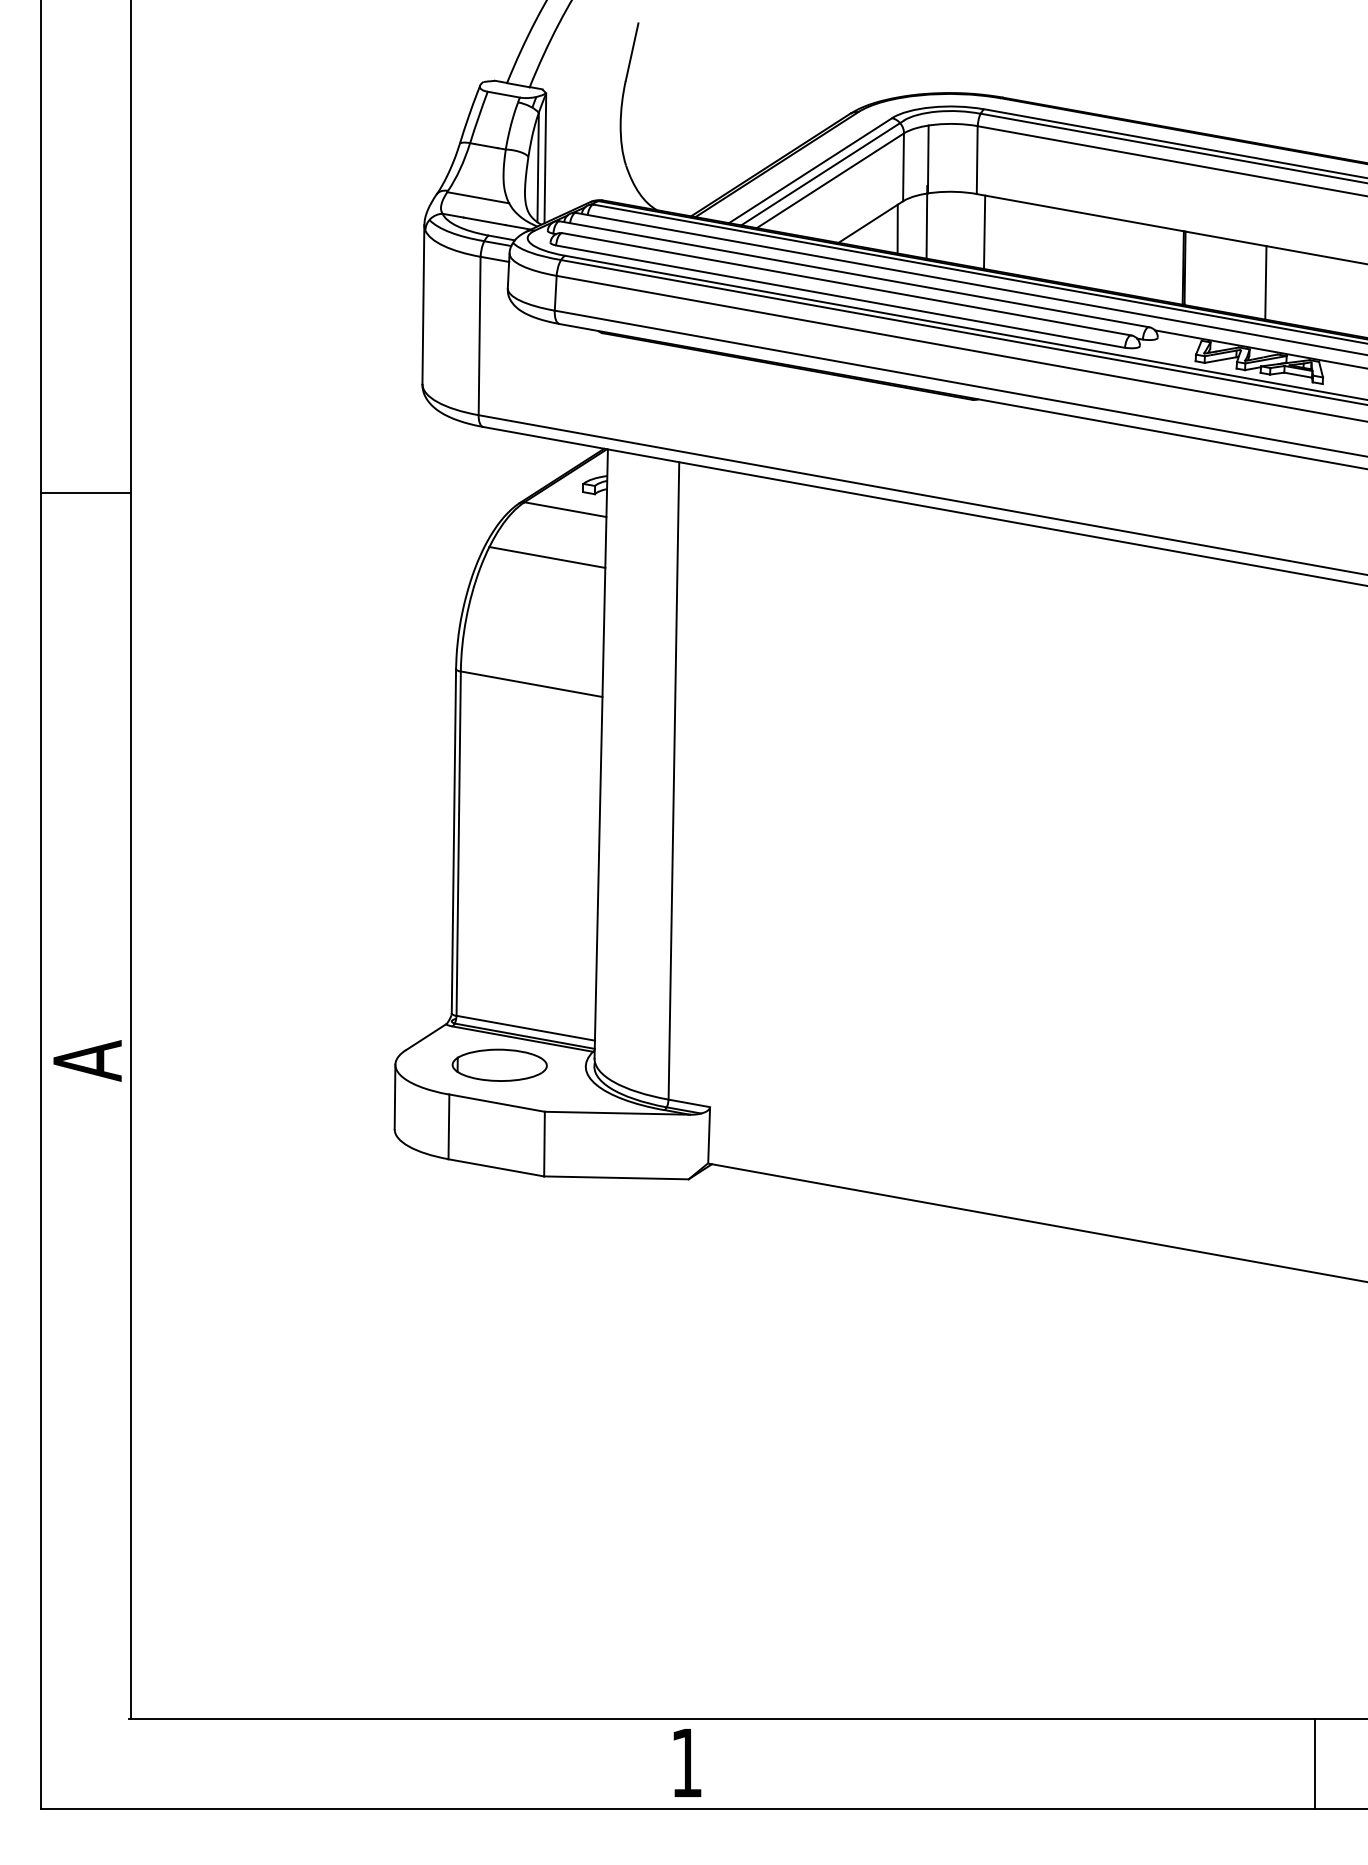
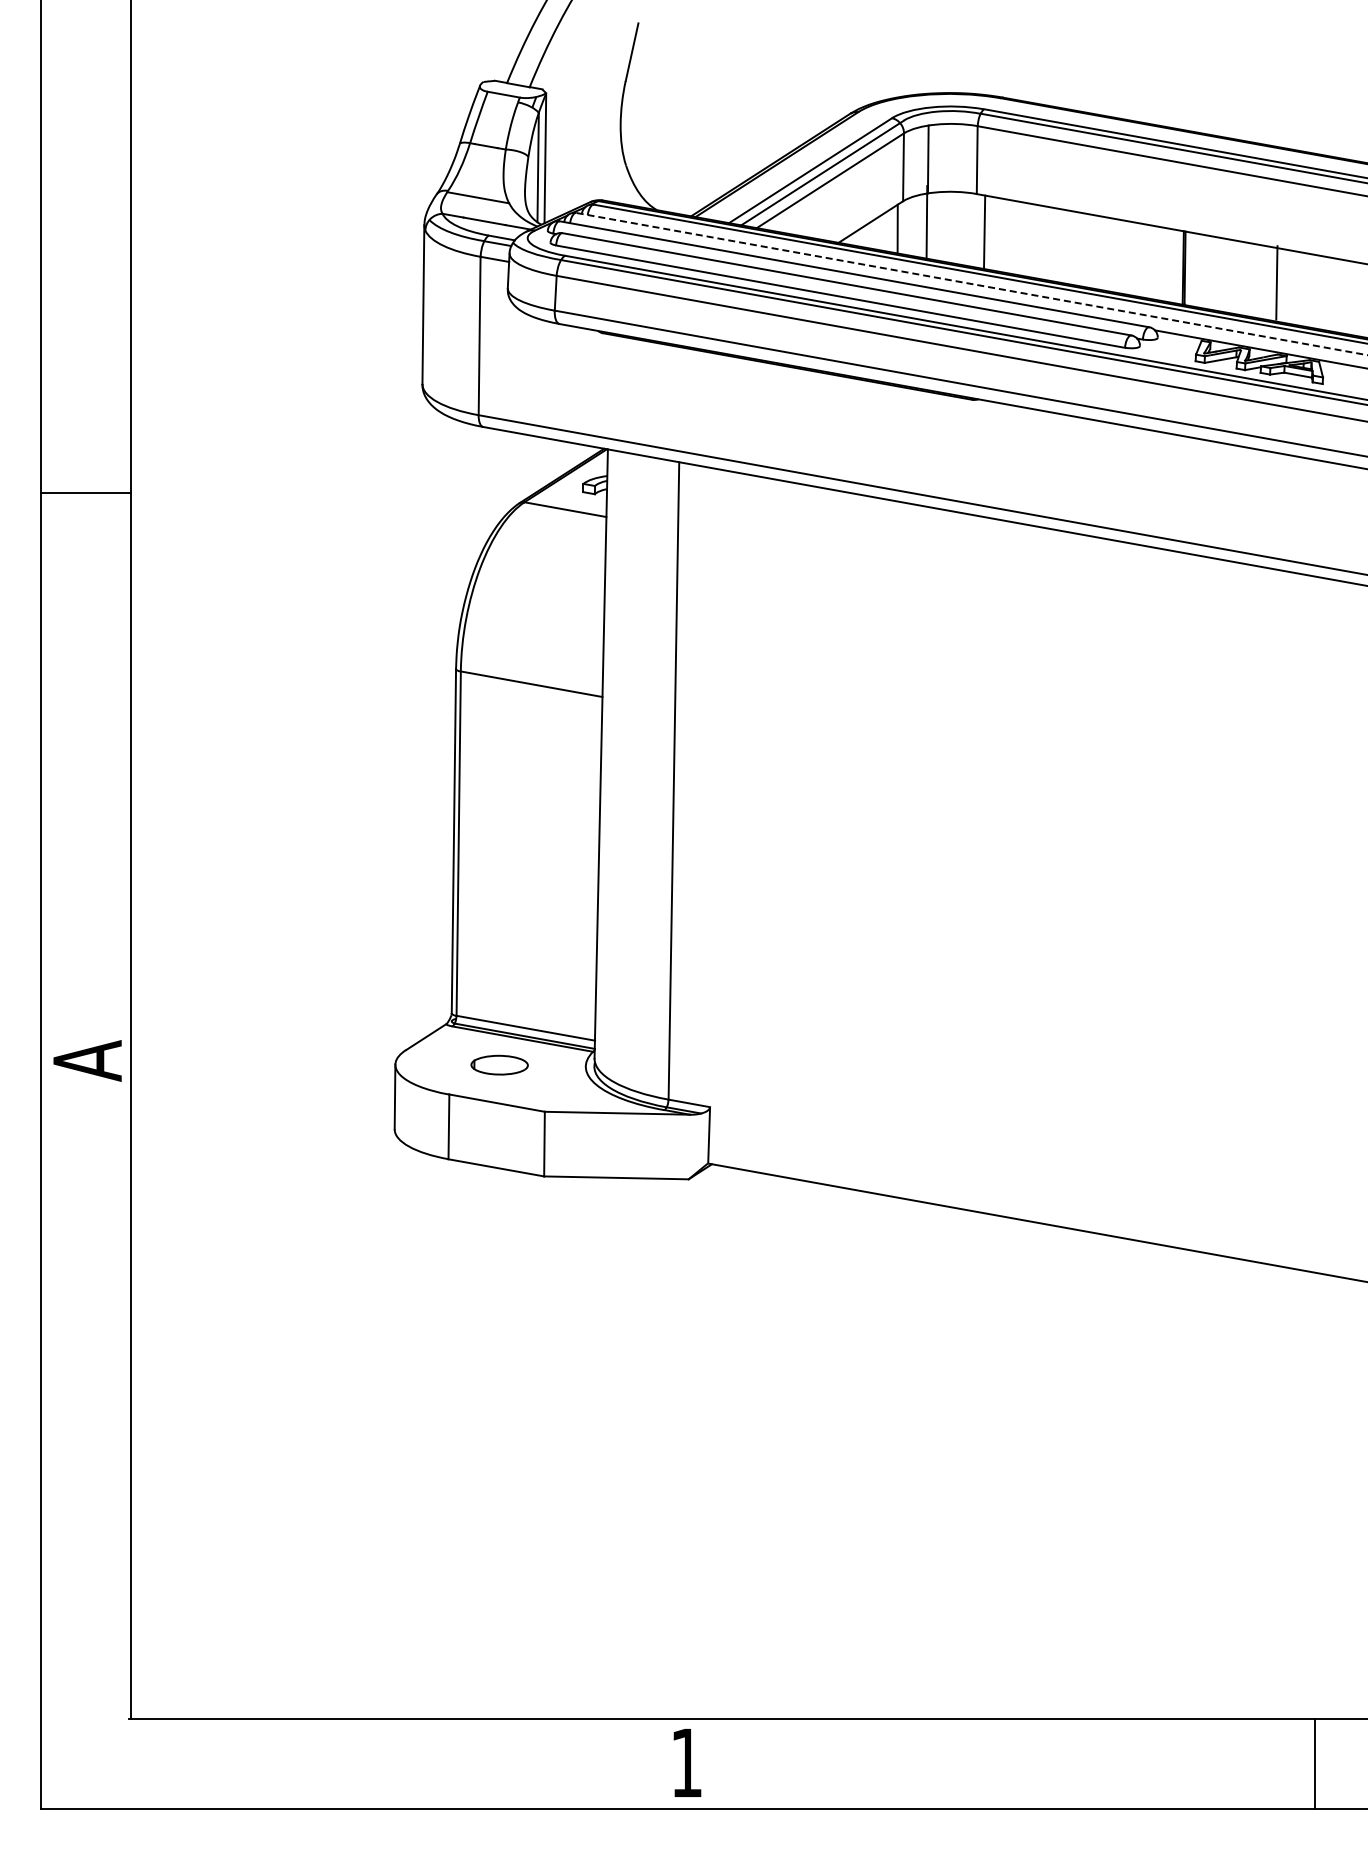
line at (1265, 282) position: (1265, 282) -> (1276, 282)
line at (971, 284): solid -> dashed
line at (547, 557): present -> none
part at (499, 1064) size: 97x34 px -> 59x22 px
